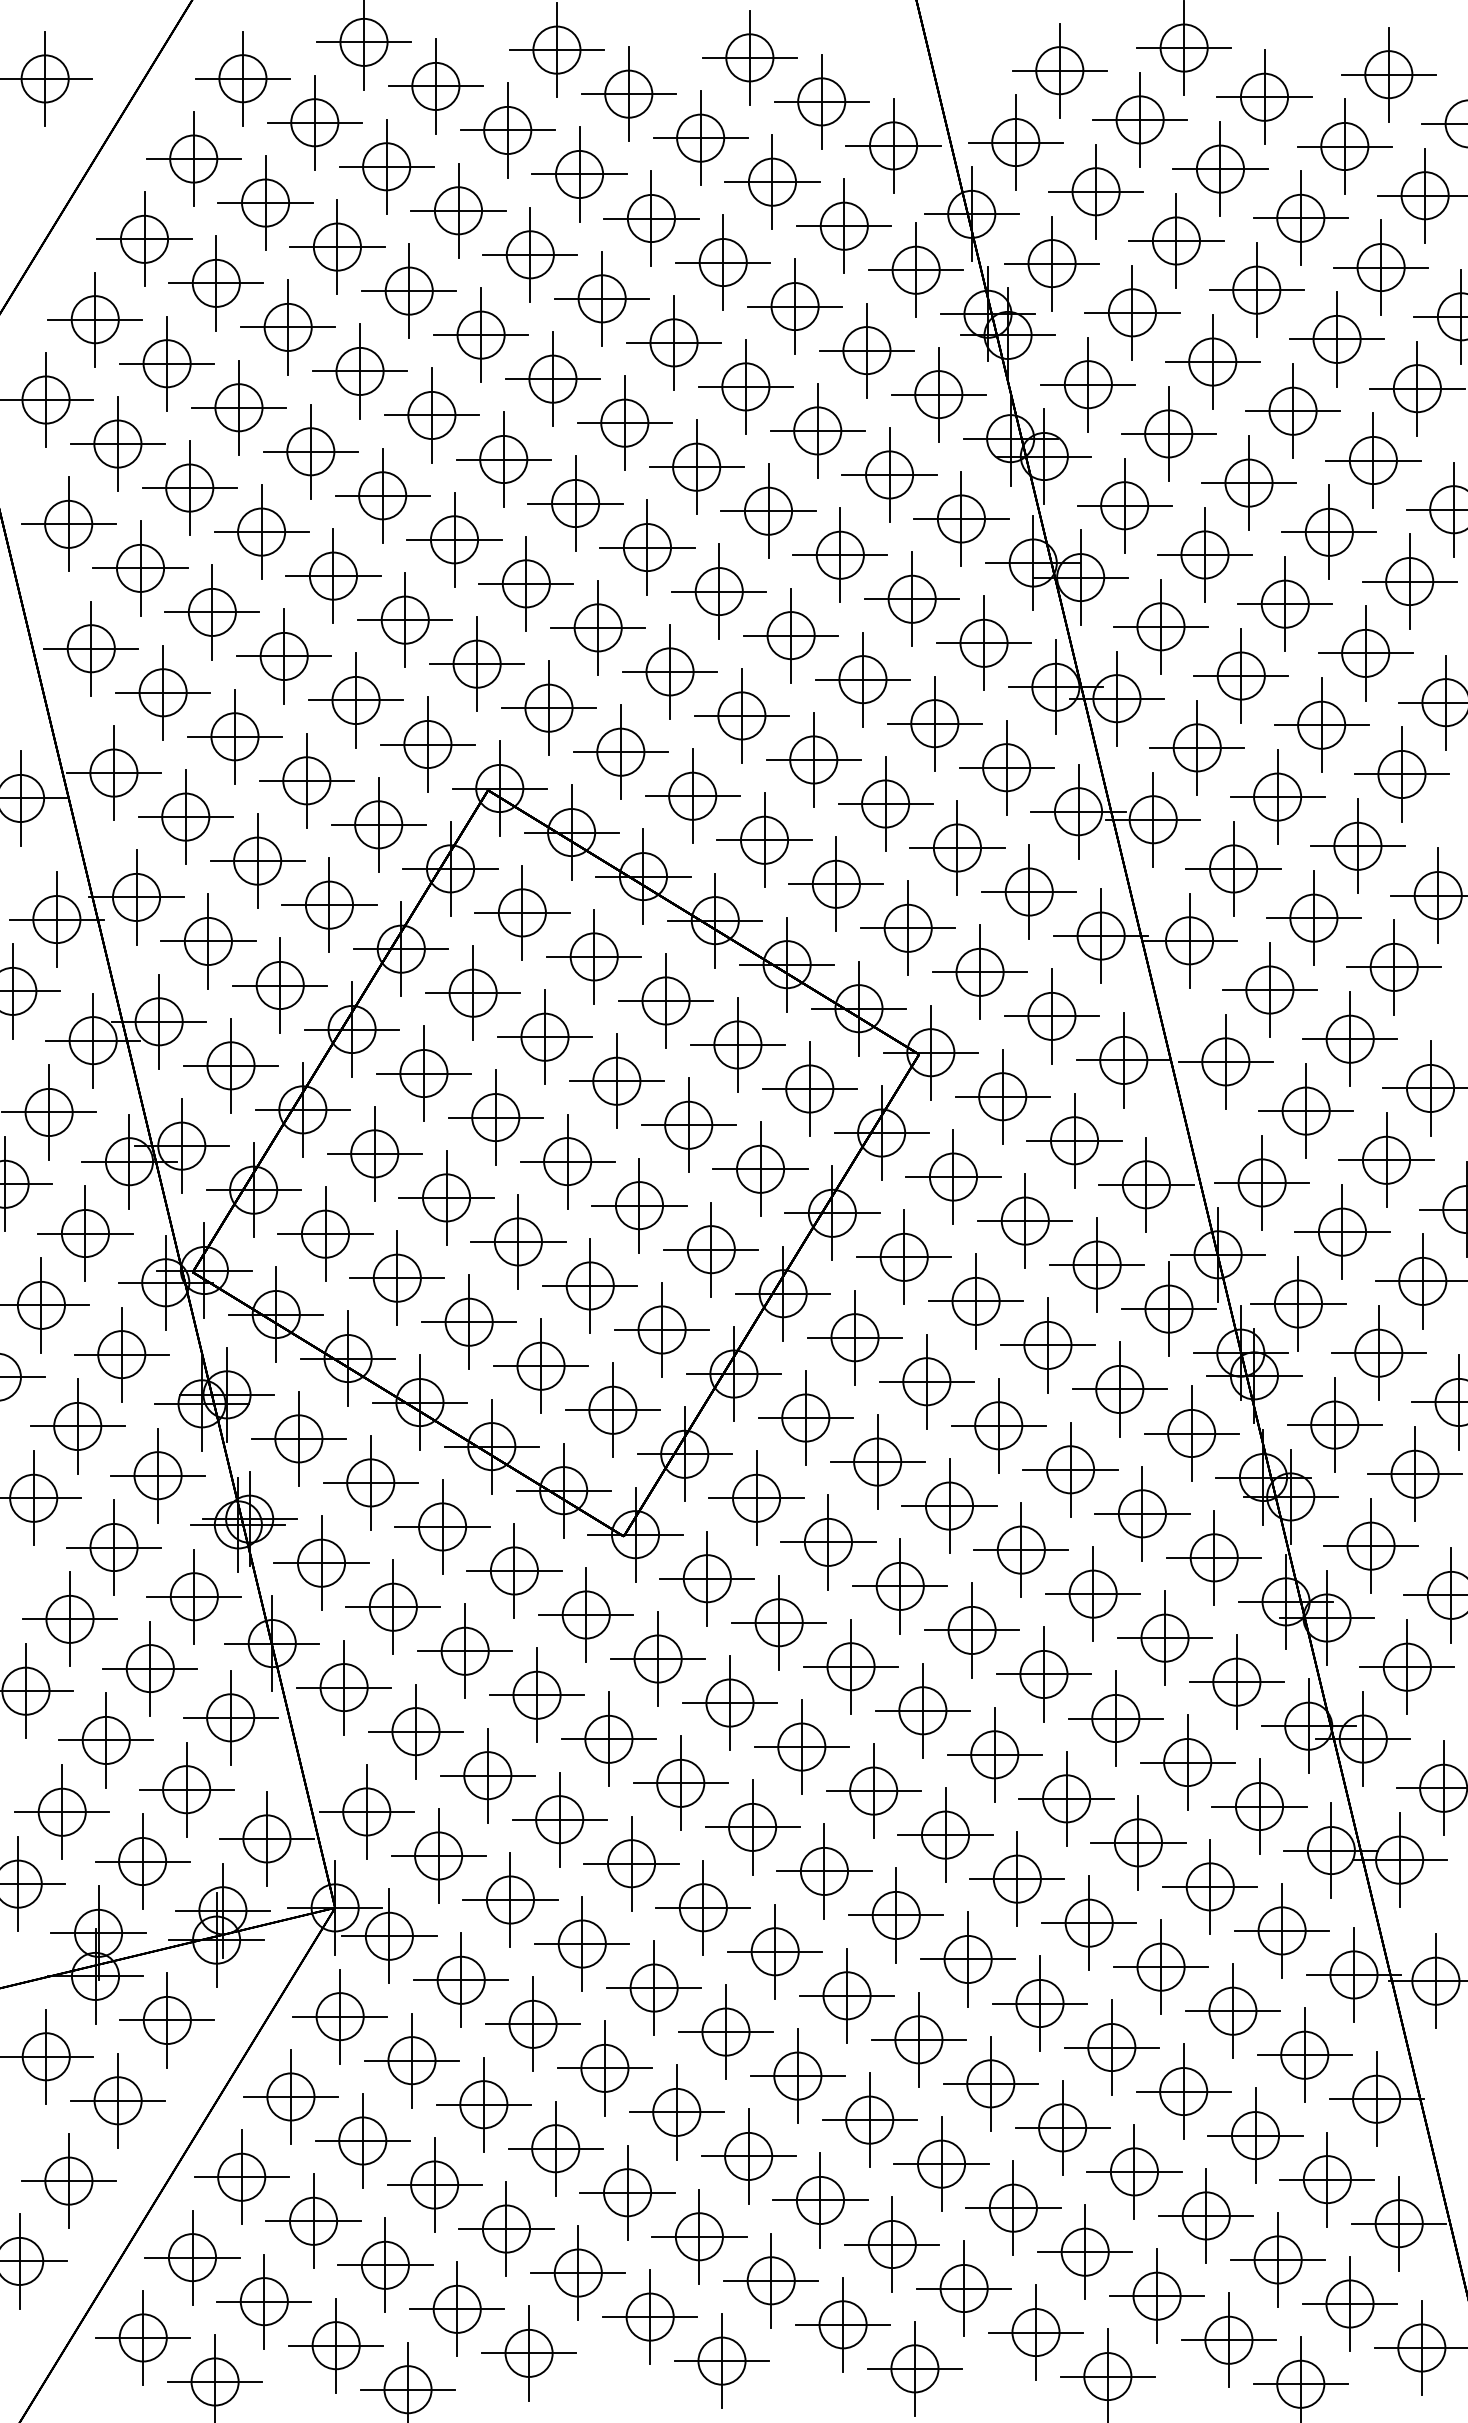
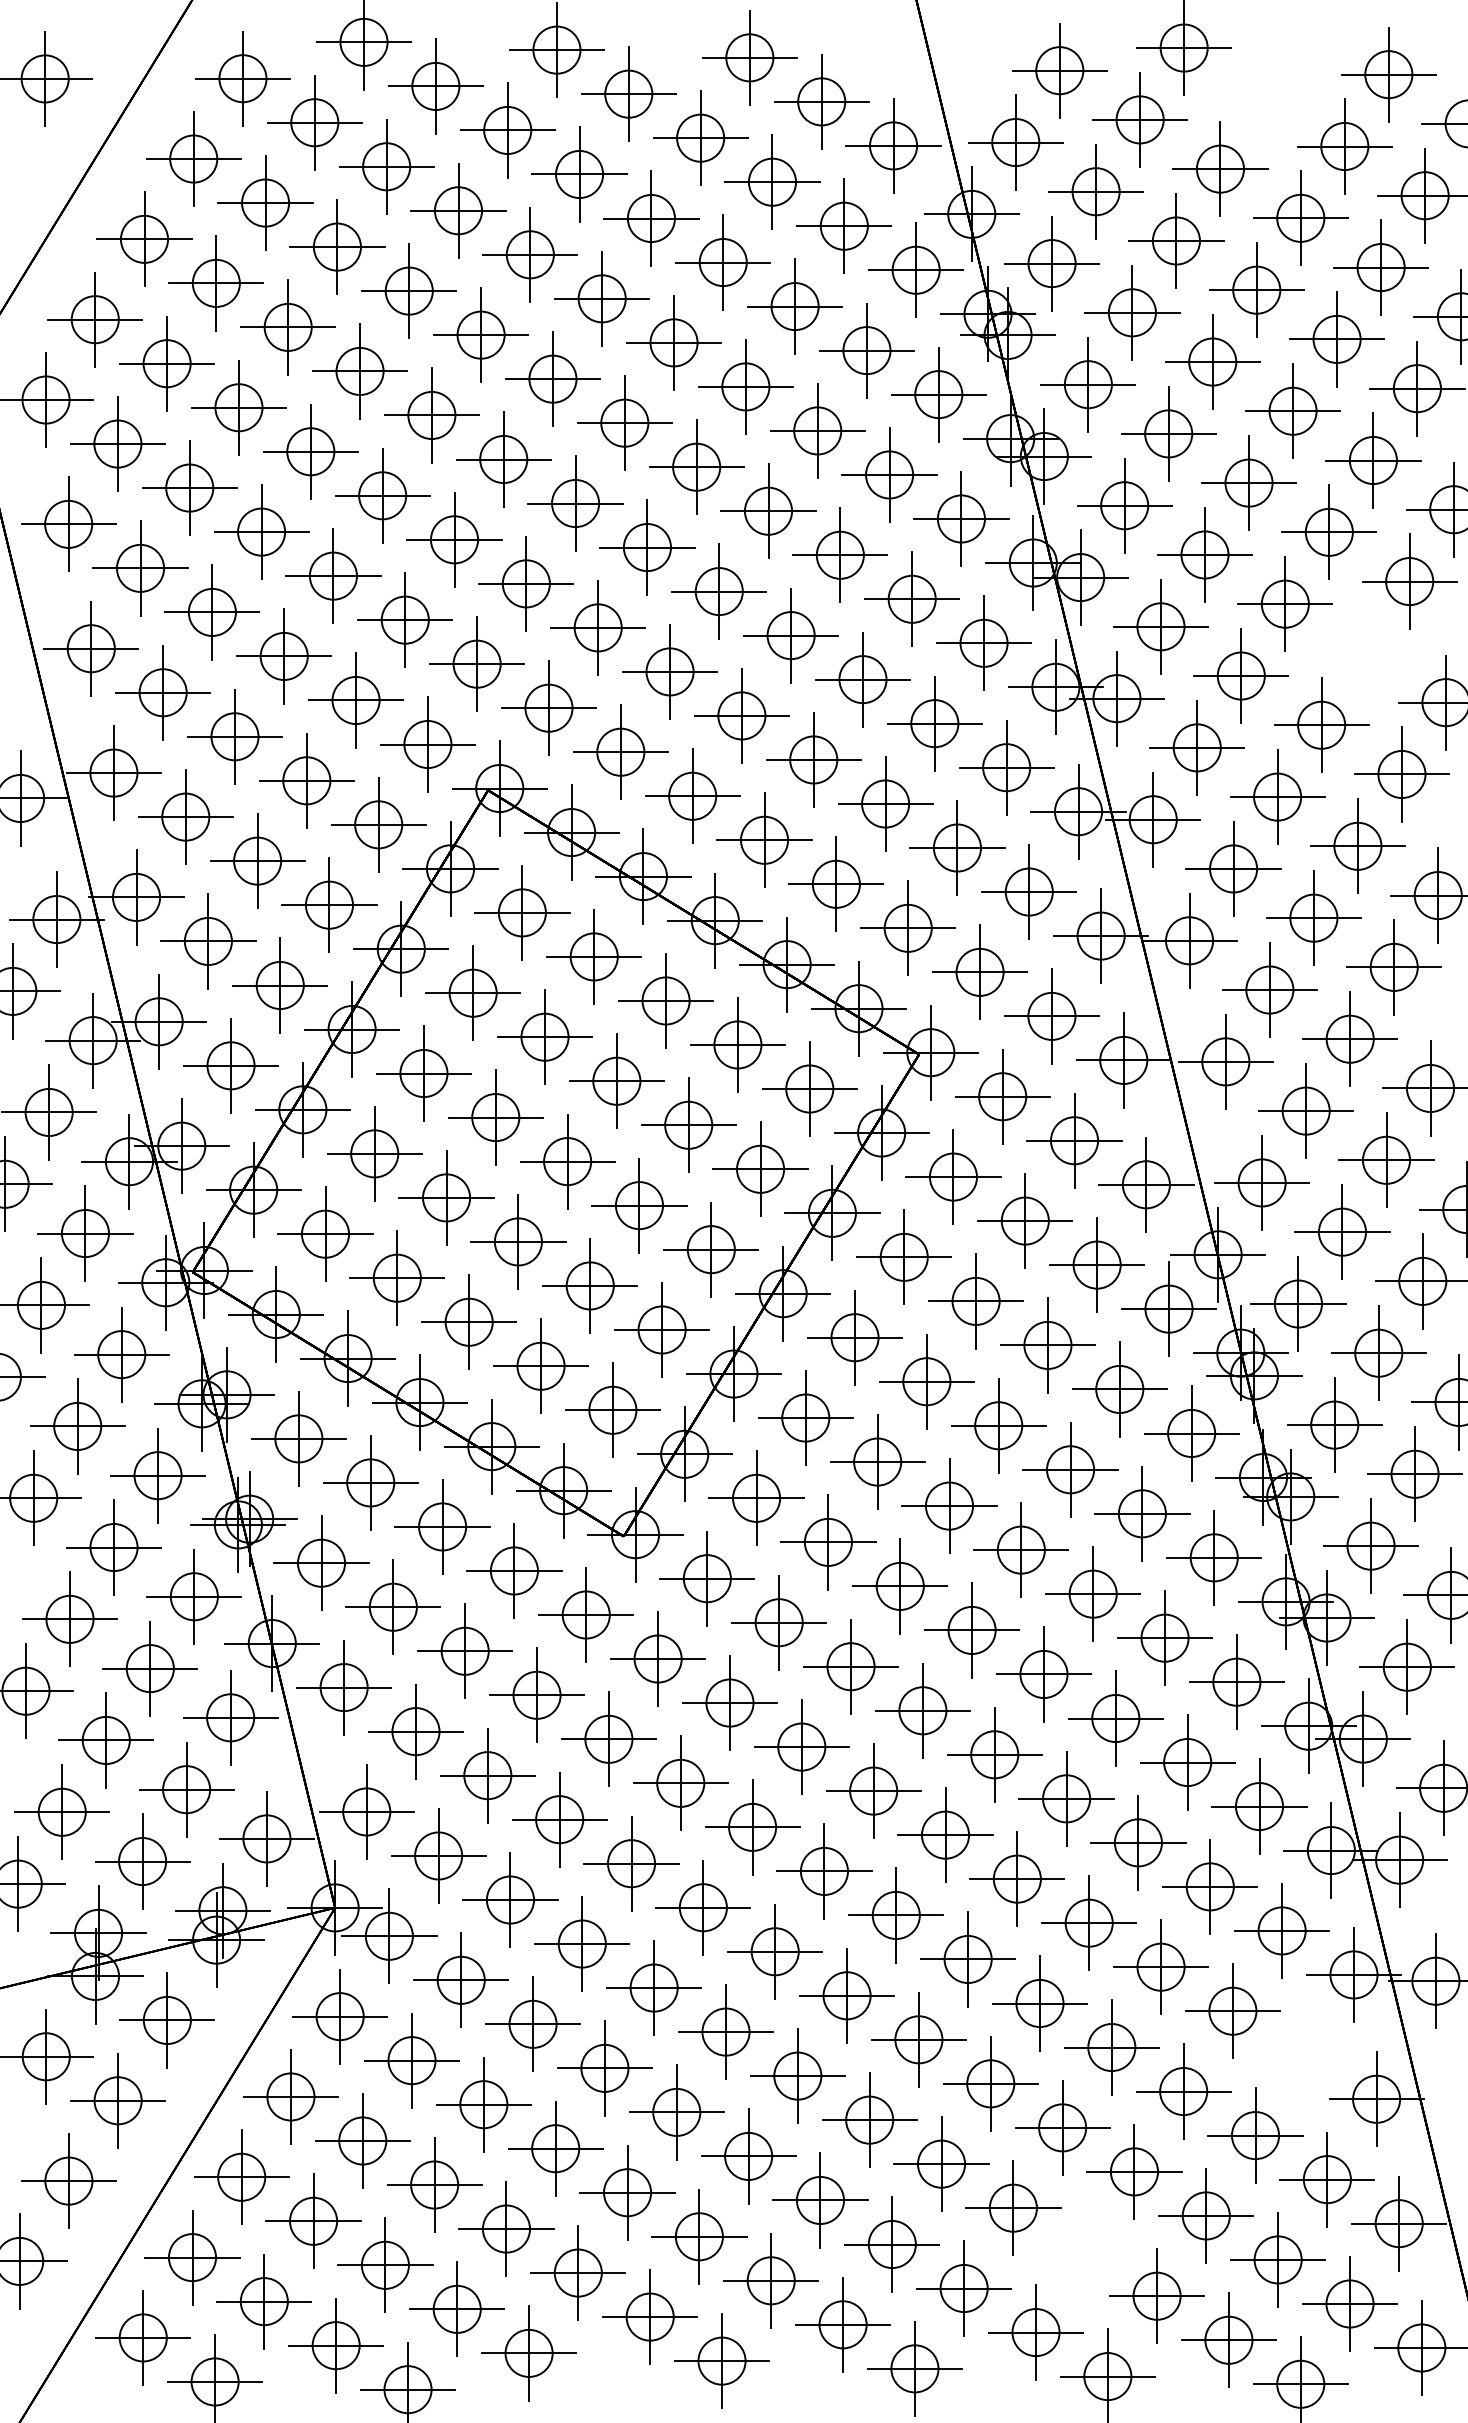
part at (1264, 96): present -> none
part at (1365, 653): present -> none
part at (1304, 2054): present -> none
part at (1084, 2251): present -> none
